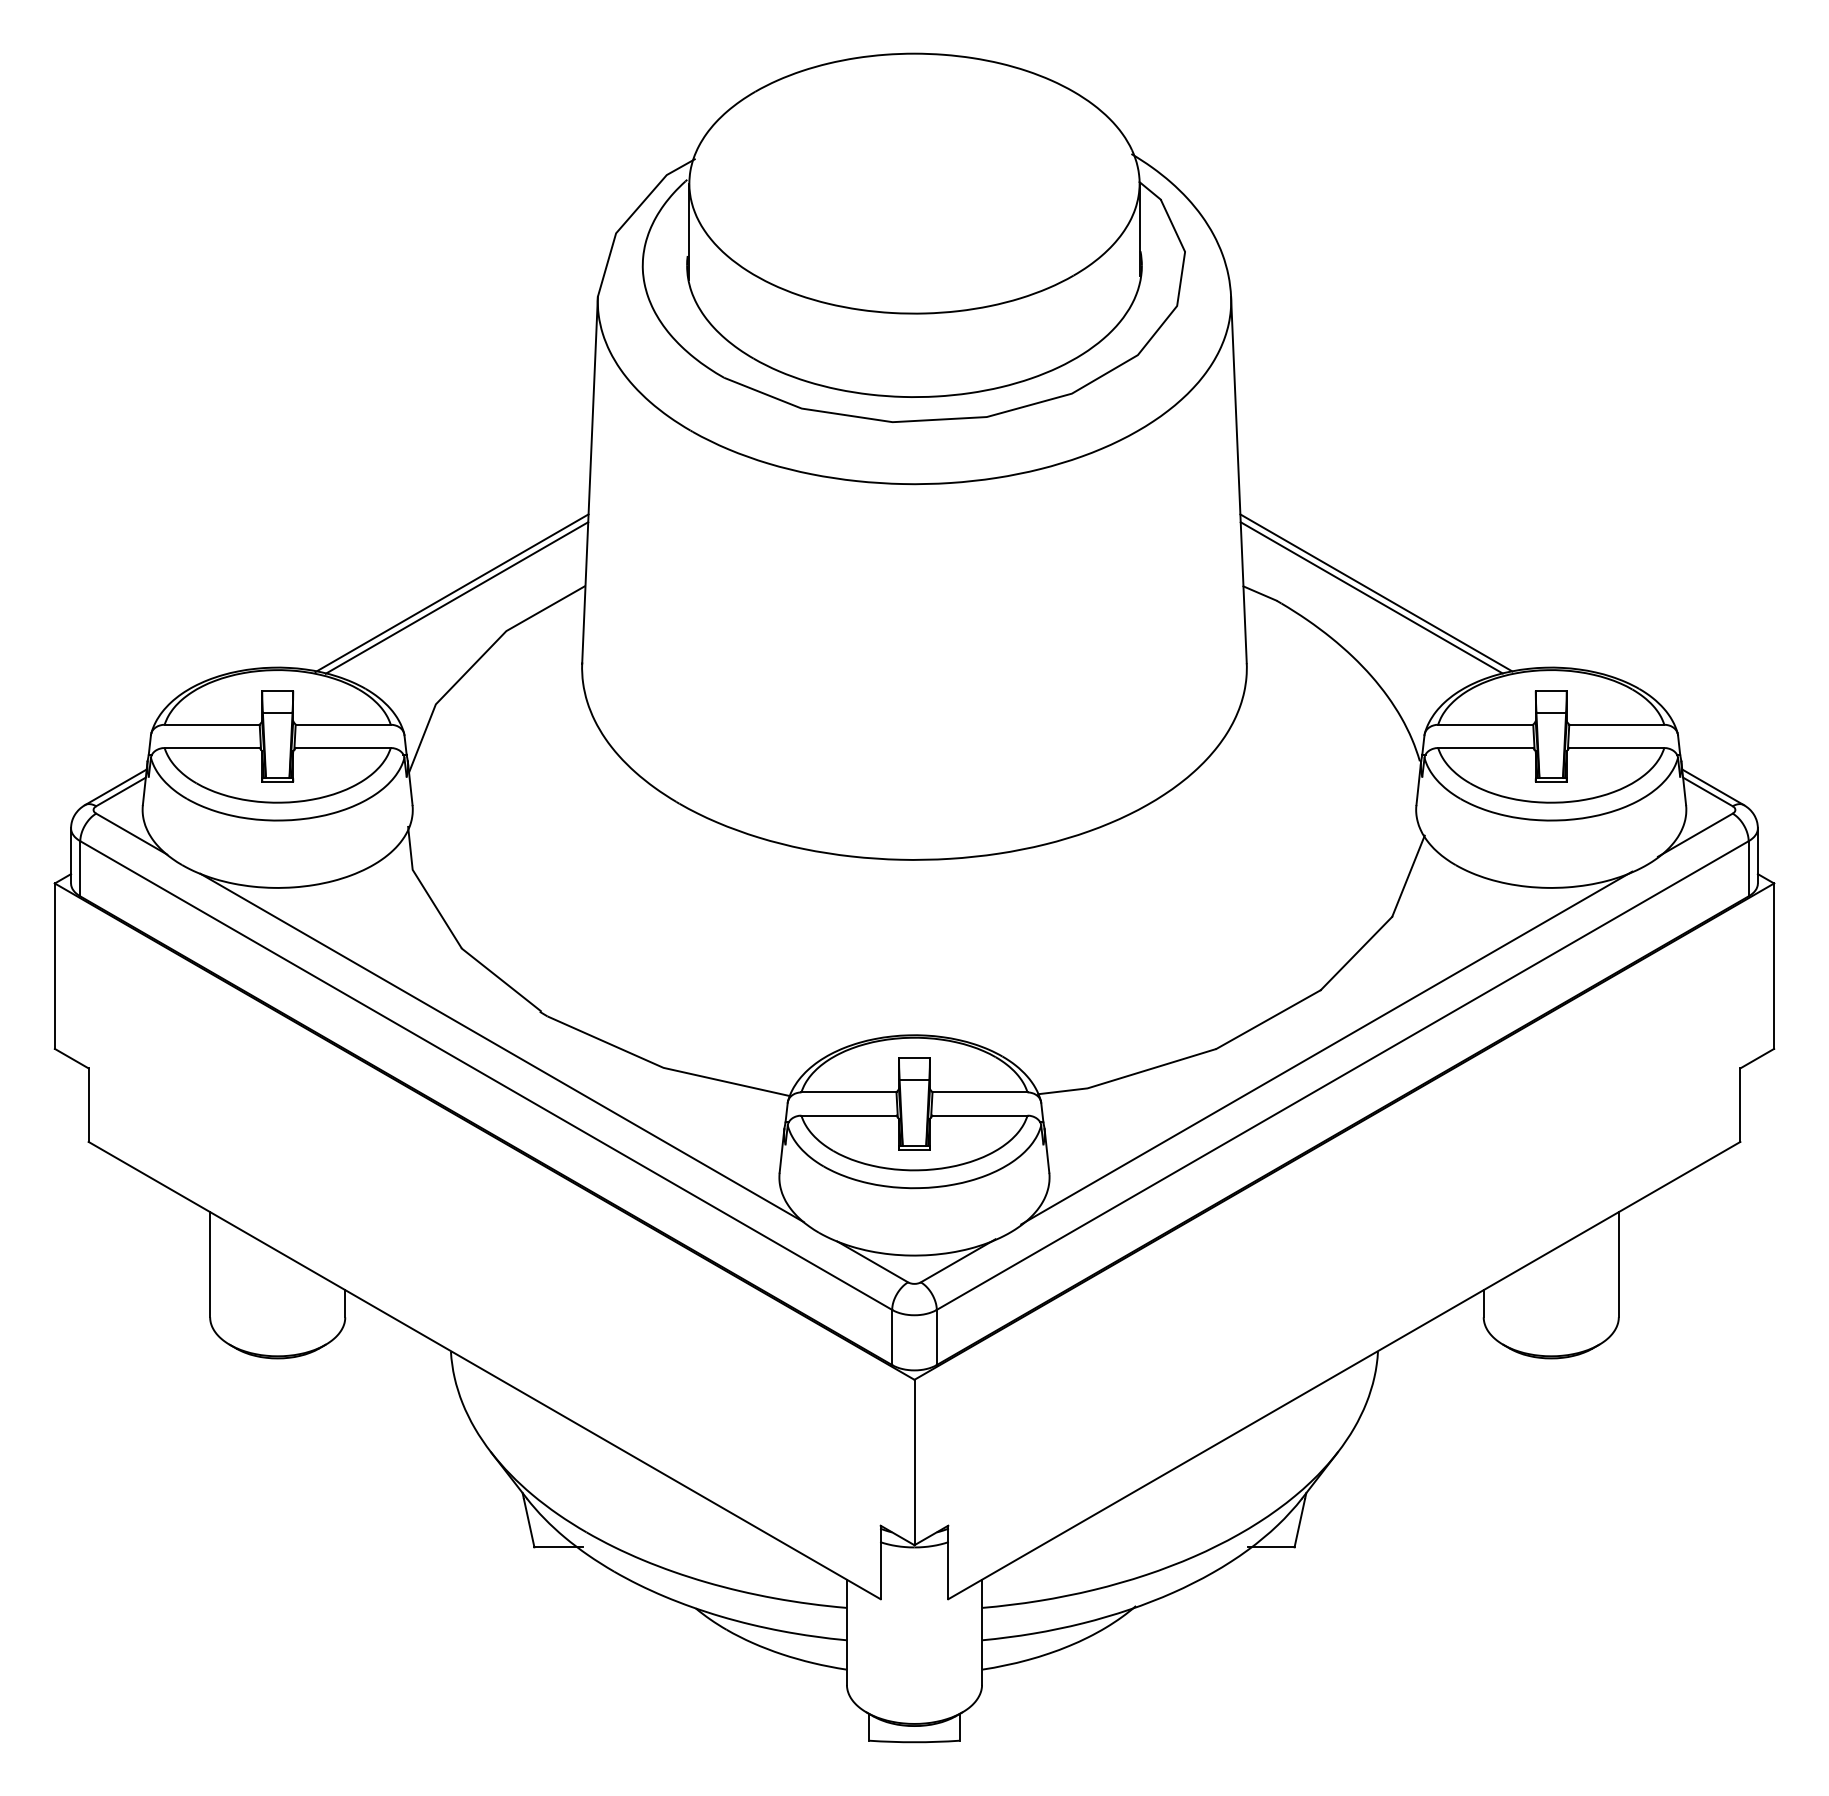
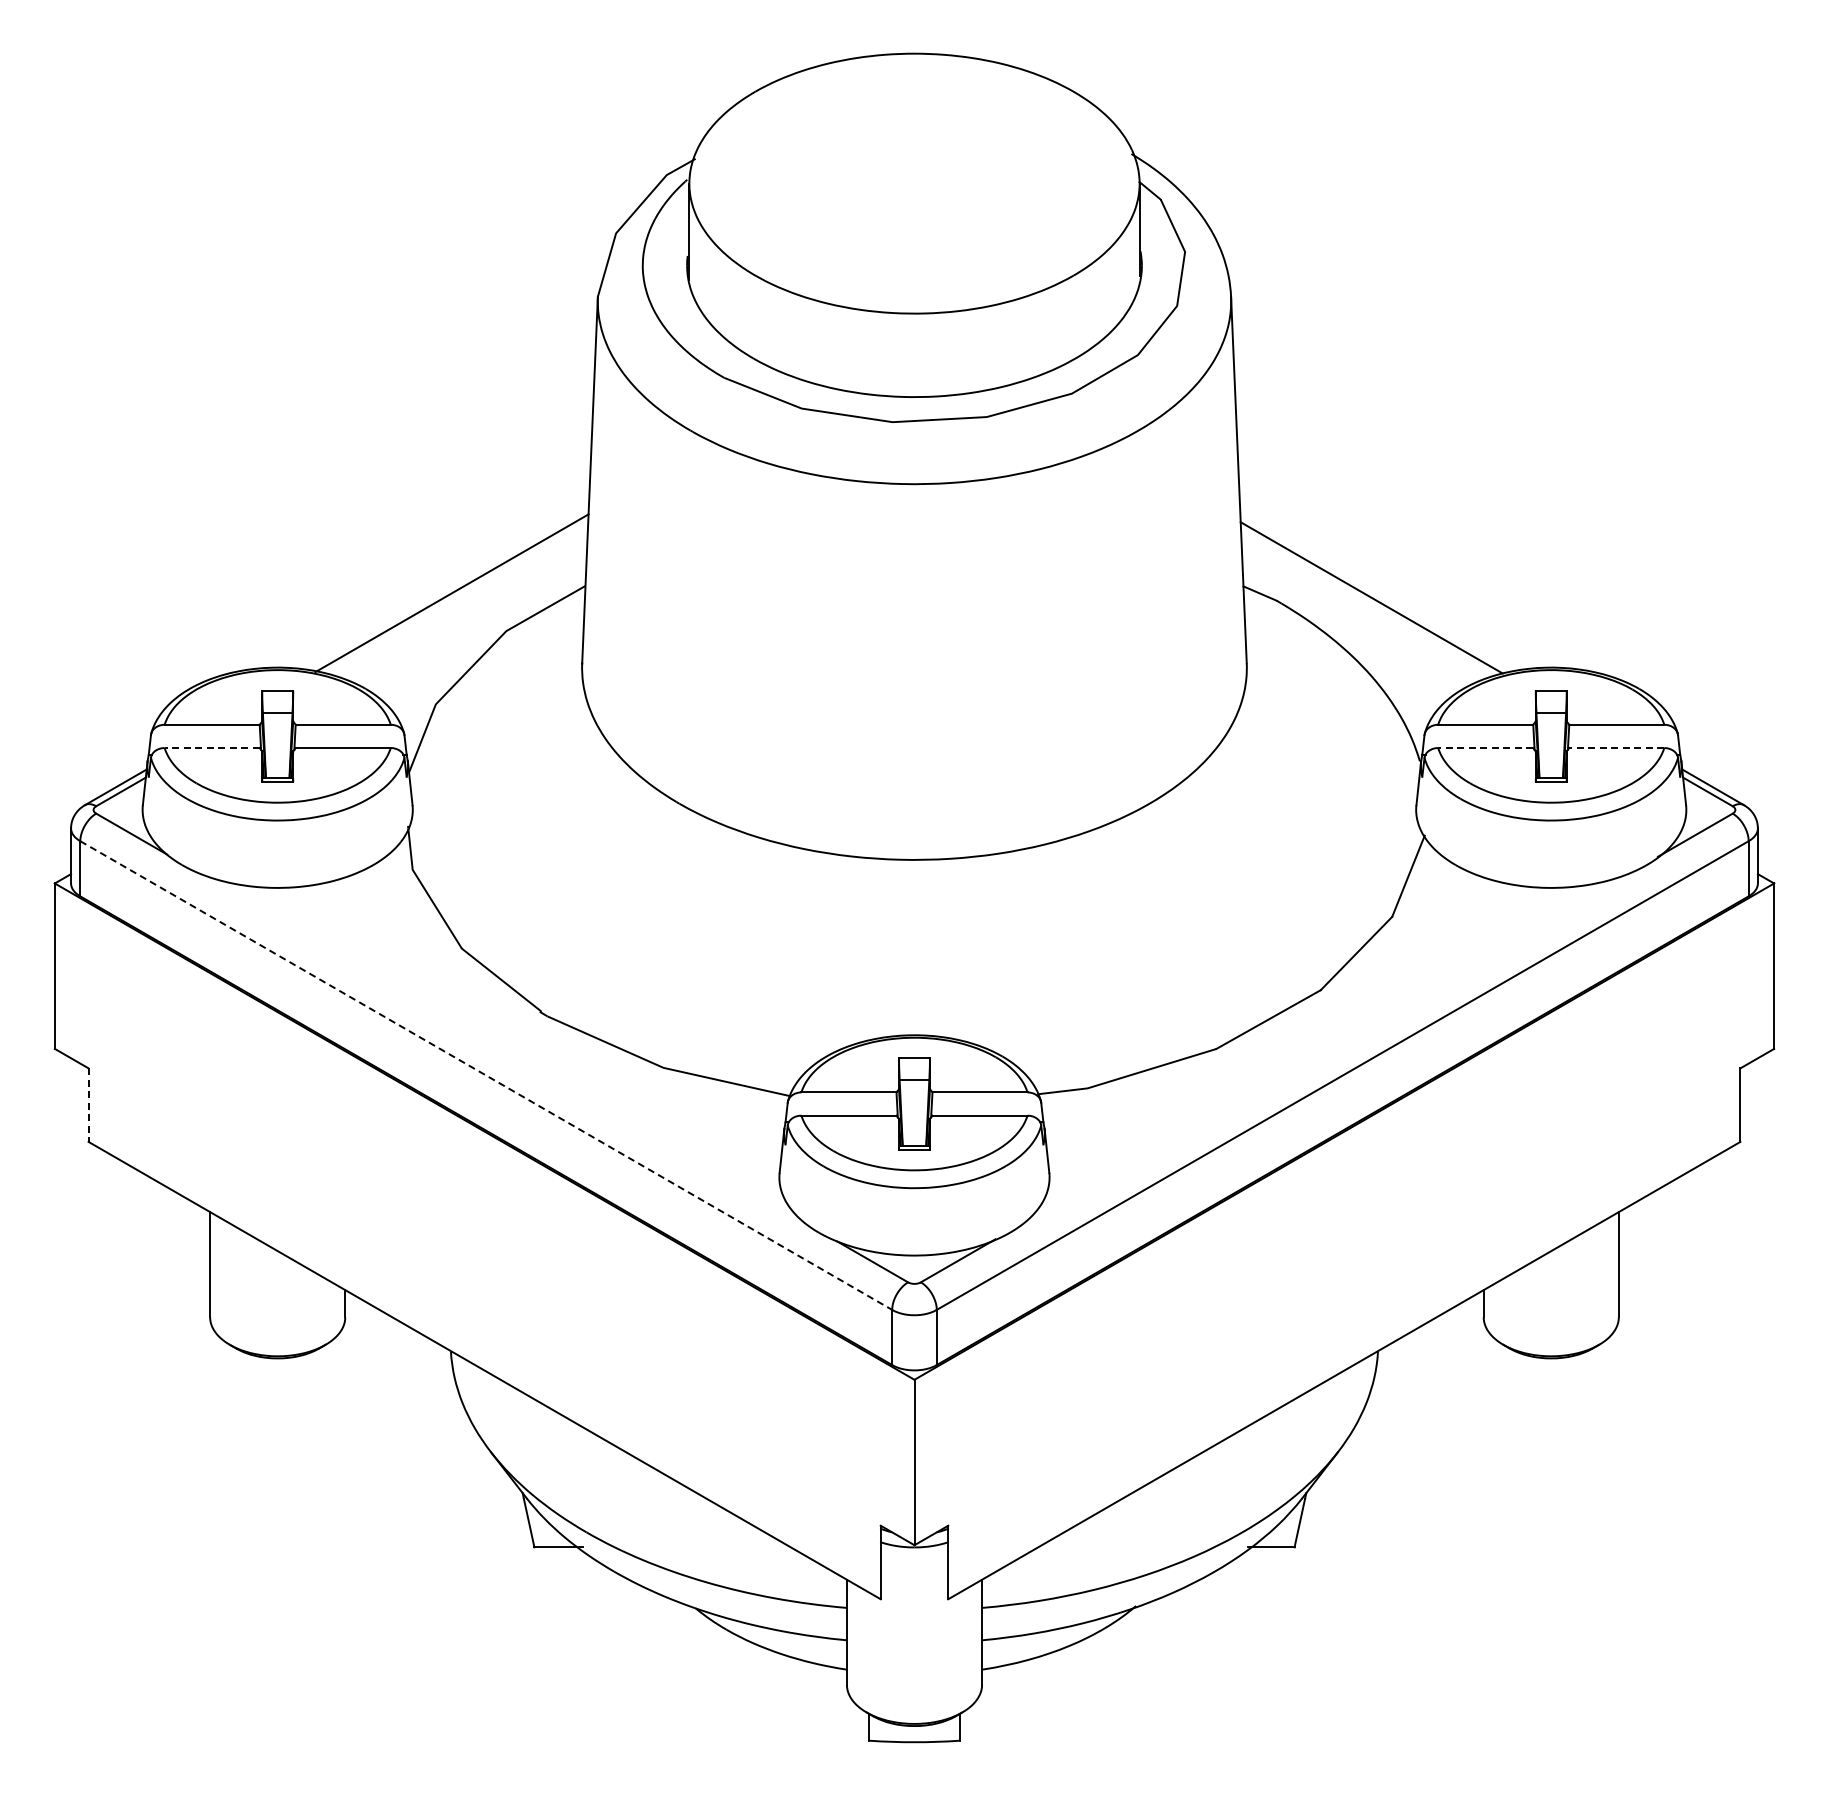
line at (1376, 592): present -> none
line at (456, 597): present -> none
line at (212, 748): solid -> dashed
line at (1485, 748): solid -> dashed
line at (1616, 748): solid -> dashed
line at (502, 1047): present -> none
line at (1326, 1047): present -> none
line at (486, 1075): solid -> dashed
line at (88, 1105): solid -> dashed
